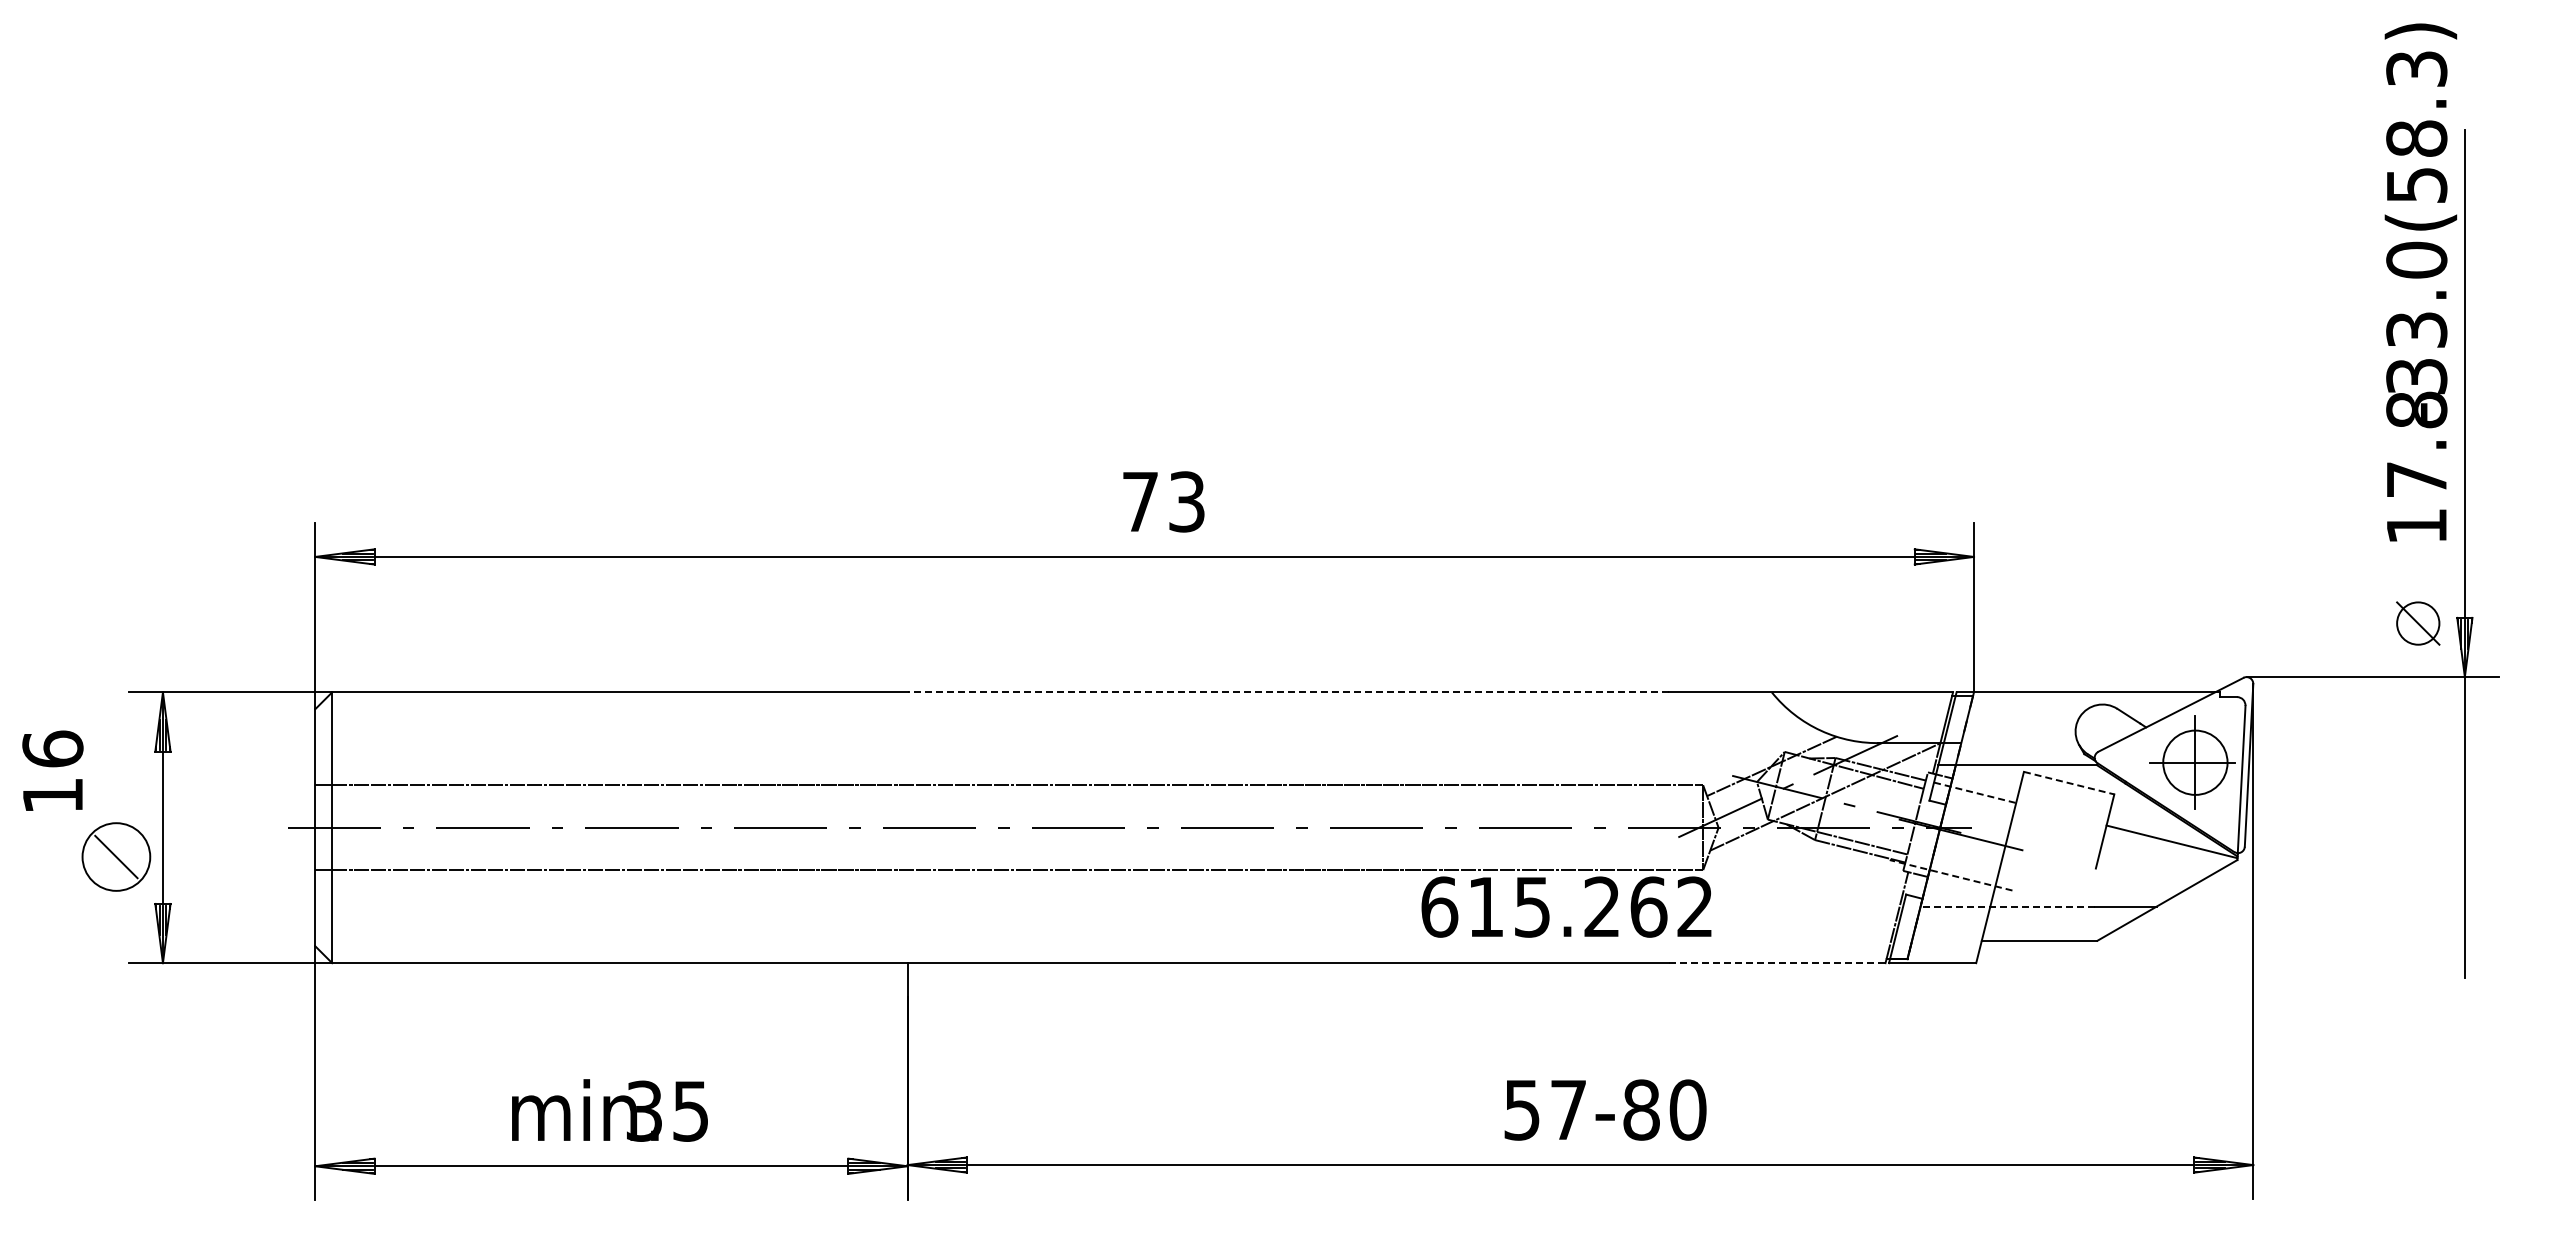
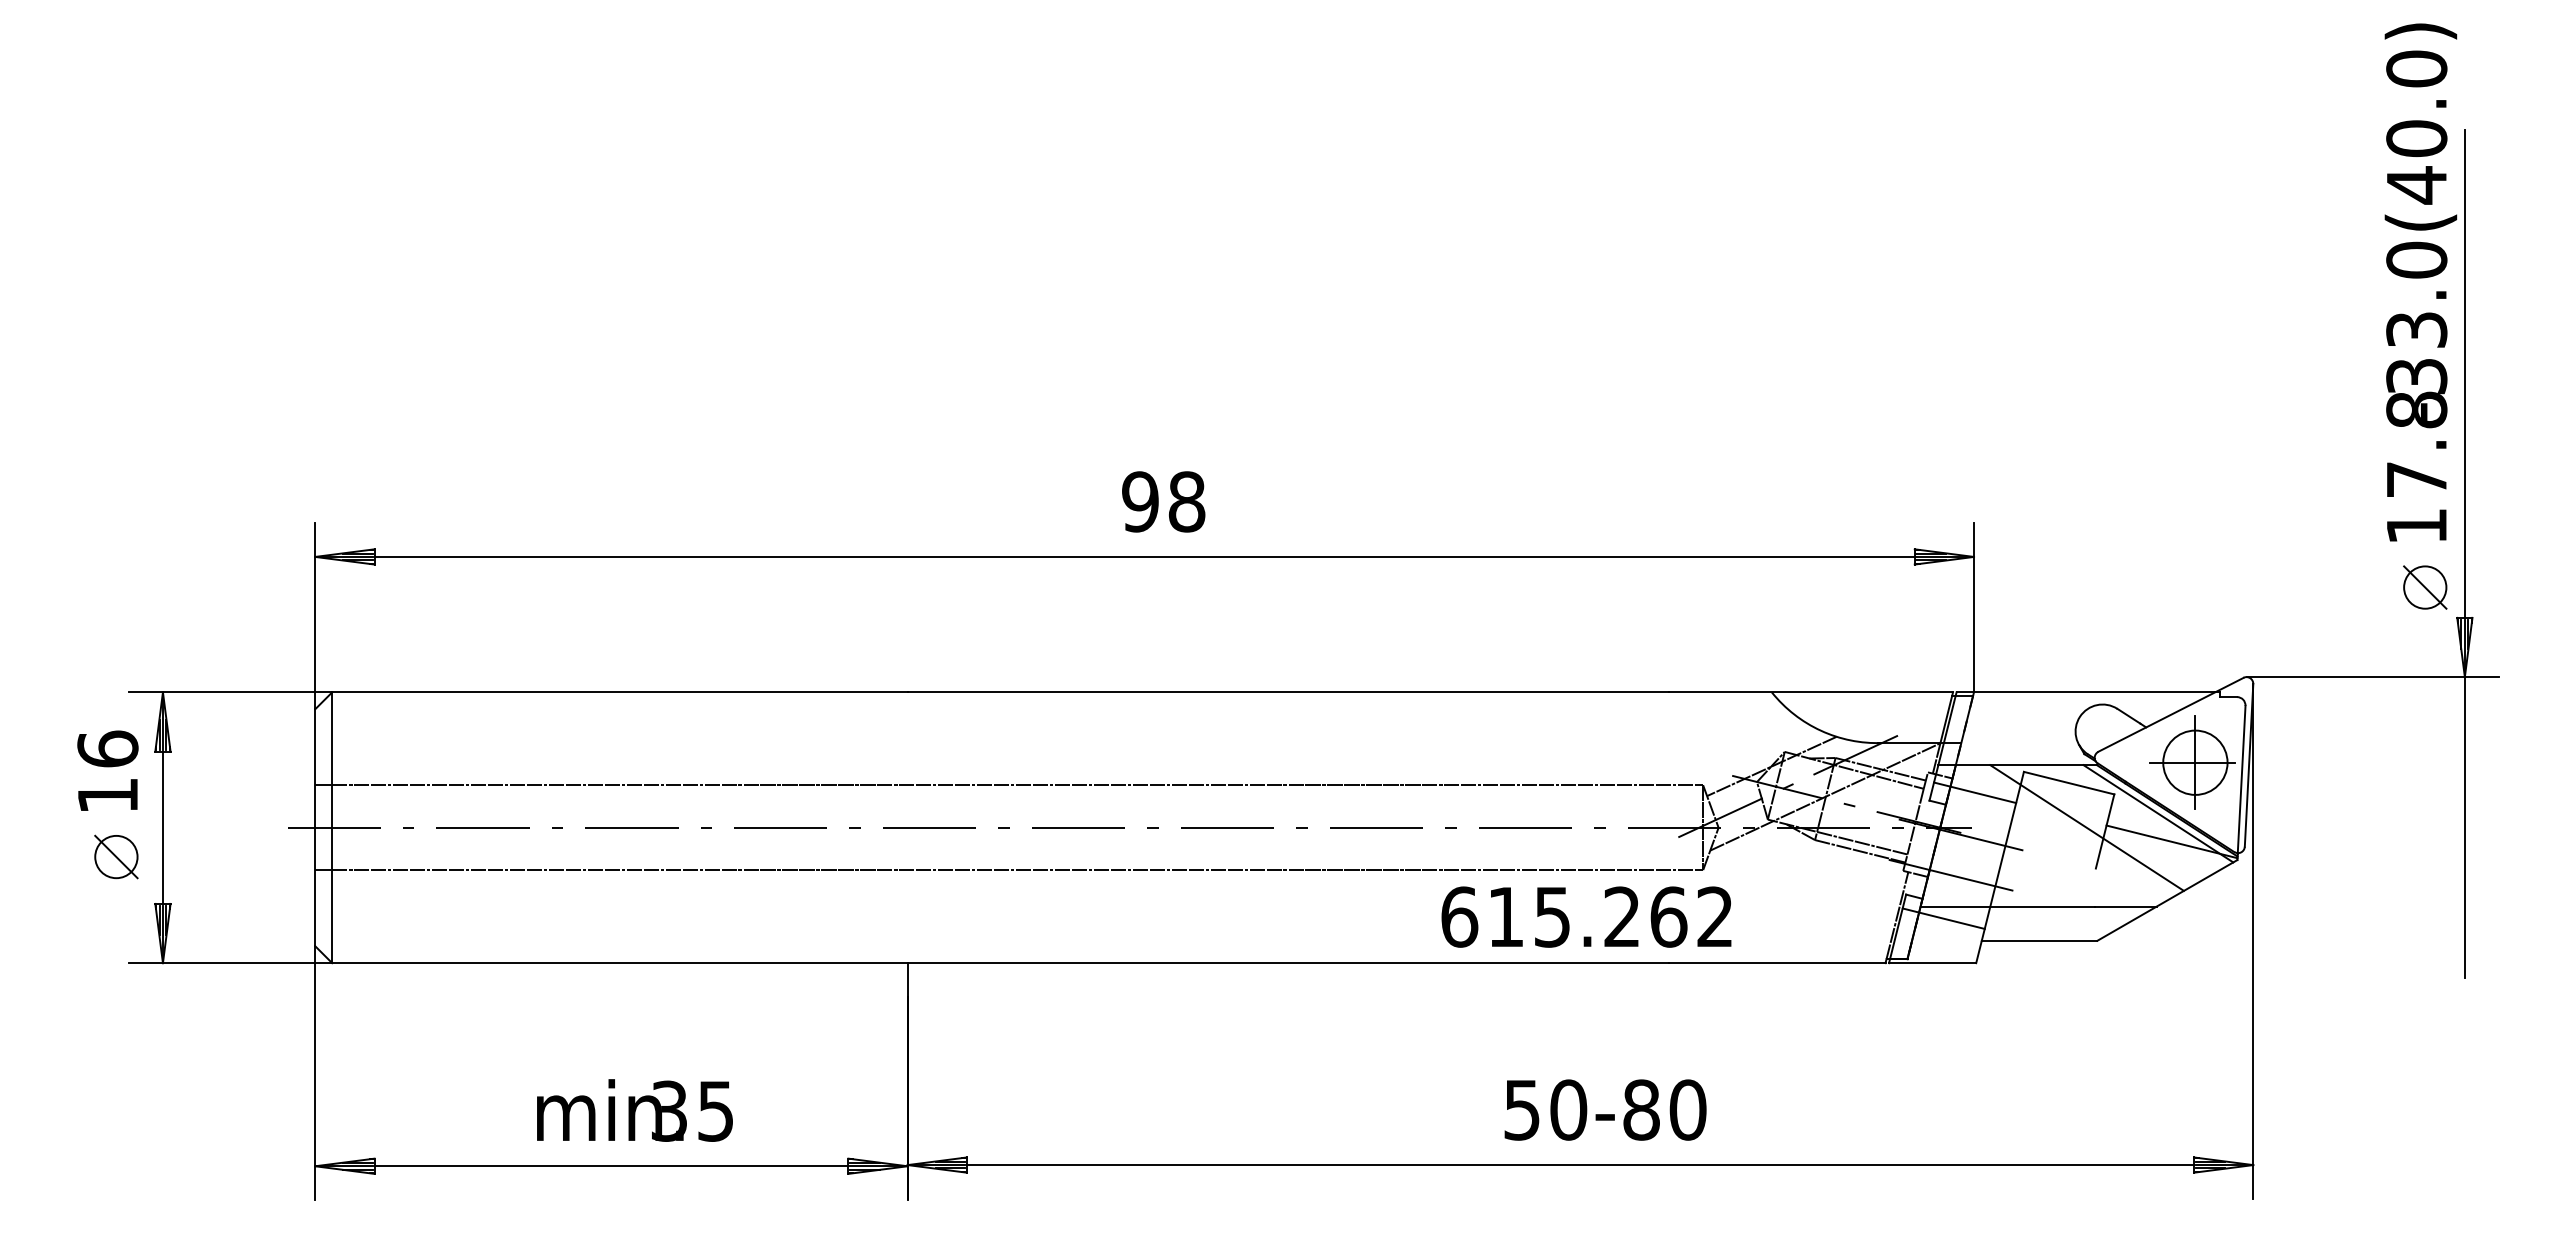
text at (2416, 127): -33.0(58.3) -> -33.0(40.0)
text at (1163, 501): 73 -> 98
part at (2418, 623) position: (2418, 623) -> (2425, 587)
line at (1288, 692): dashed -> solid
text at (52, 770) position: (52, 770) -> (107, 770)
line at (2069, 783): dashed -> solid
line at (1975, 792): dashed -> solid
line at (2158, 813): none -> present
line at (2086, 827): none -> present
circle at (116, 856) diameter: 68 px -> 42 px
line at (1950, 875): dashed -> solid
text at (1566, 906) position: (1566, 906) -> (1586, 916)
line at (2007, 906): dashed -> solid
line at (1943, 918): none -> present
line at (1777, 963): dashed -> solid
text at (1568, 1109): 57-80 -> 50-80
text at (609, 1110) position: (609, 1110) -> (634, 1110)
